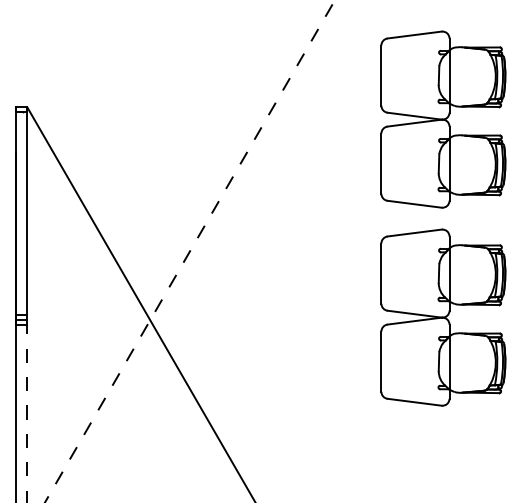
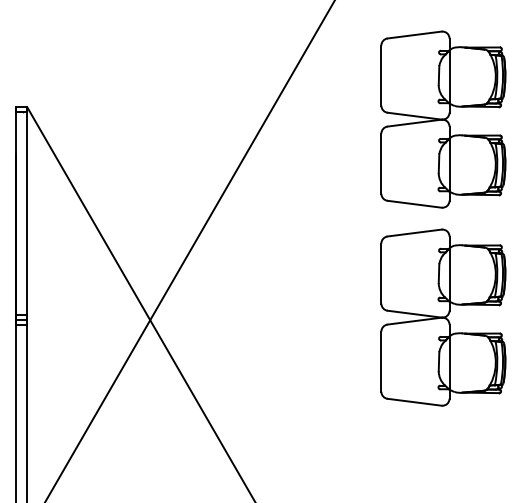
line at (190, 251): dashed -> solid
line at (27, 411): dashed -> solid
